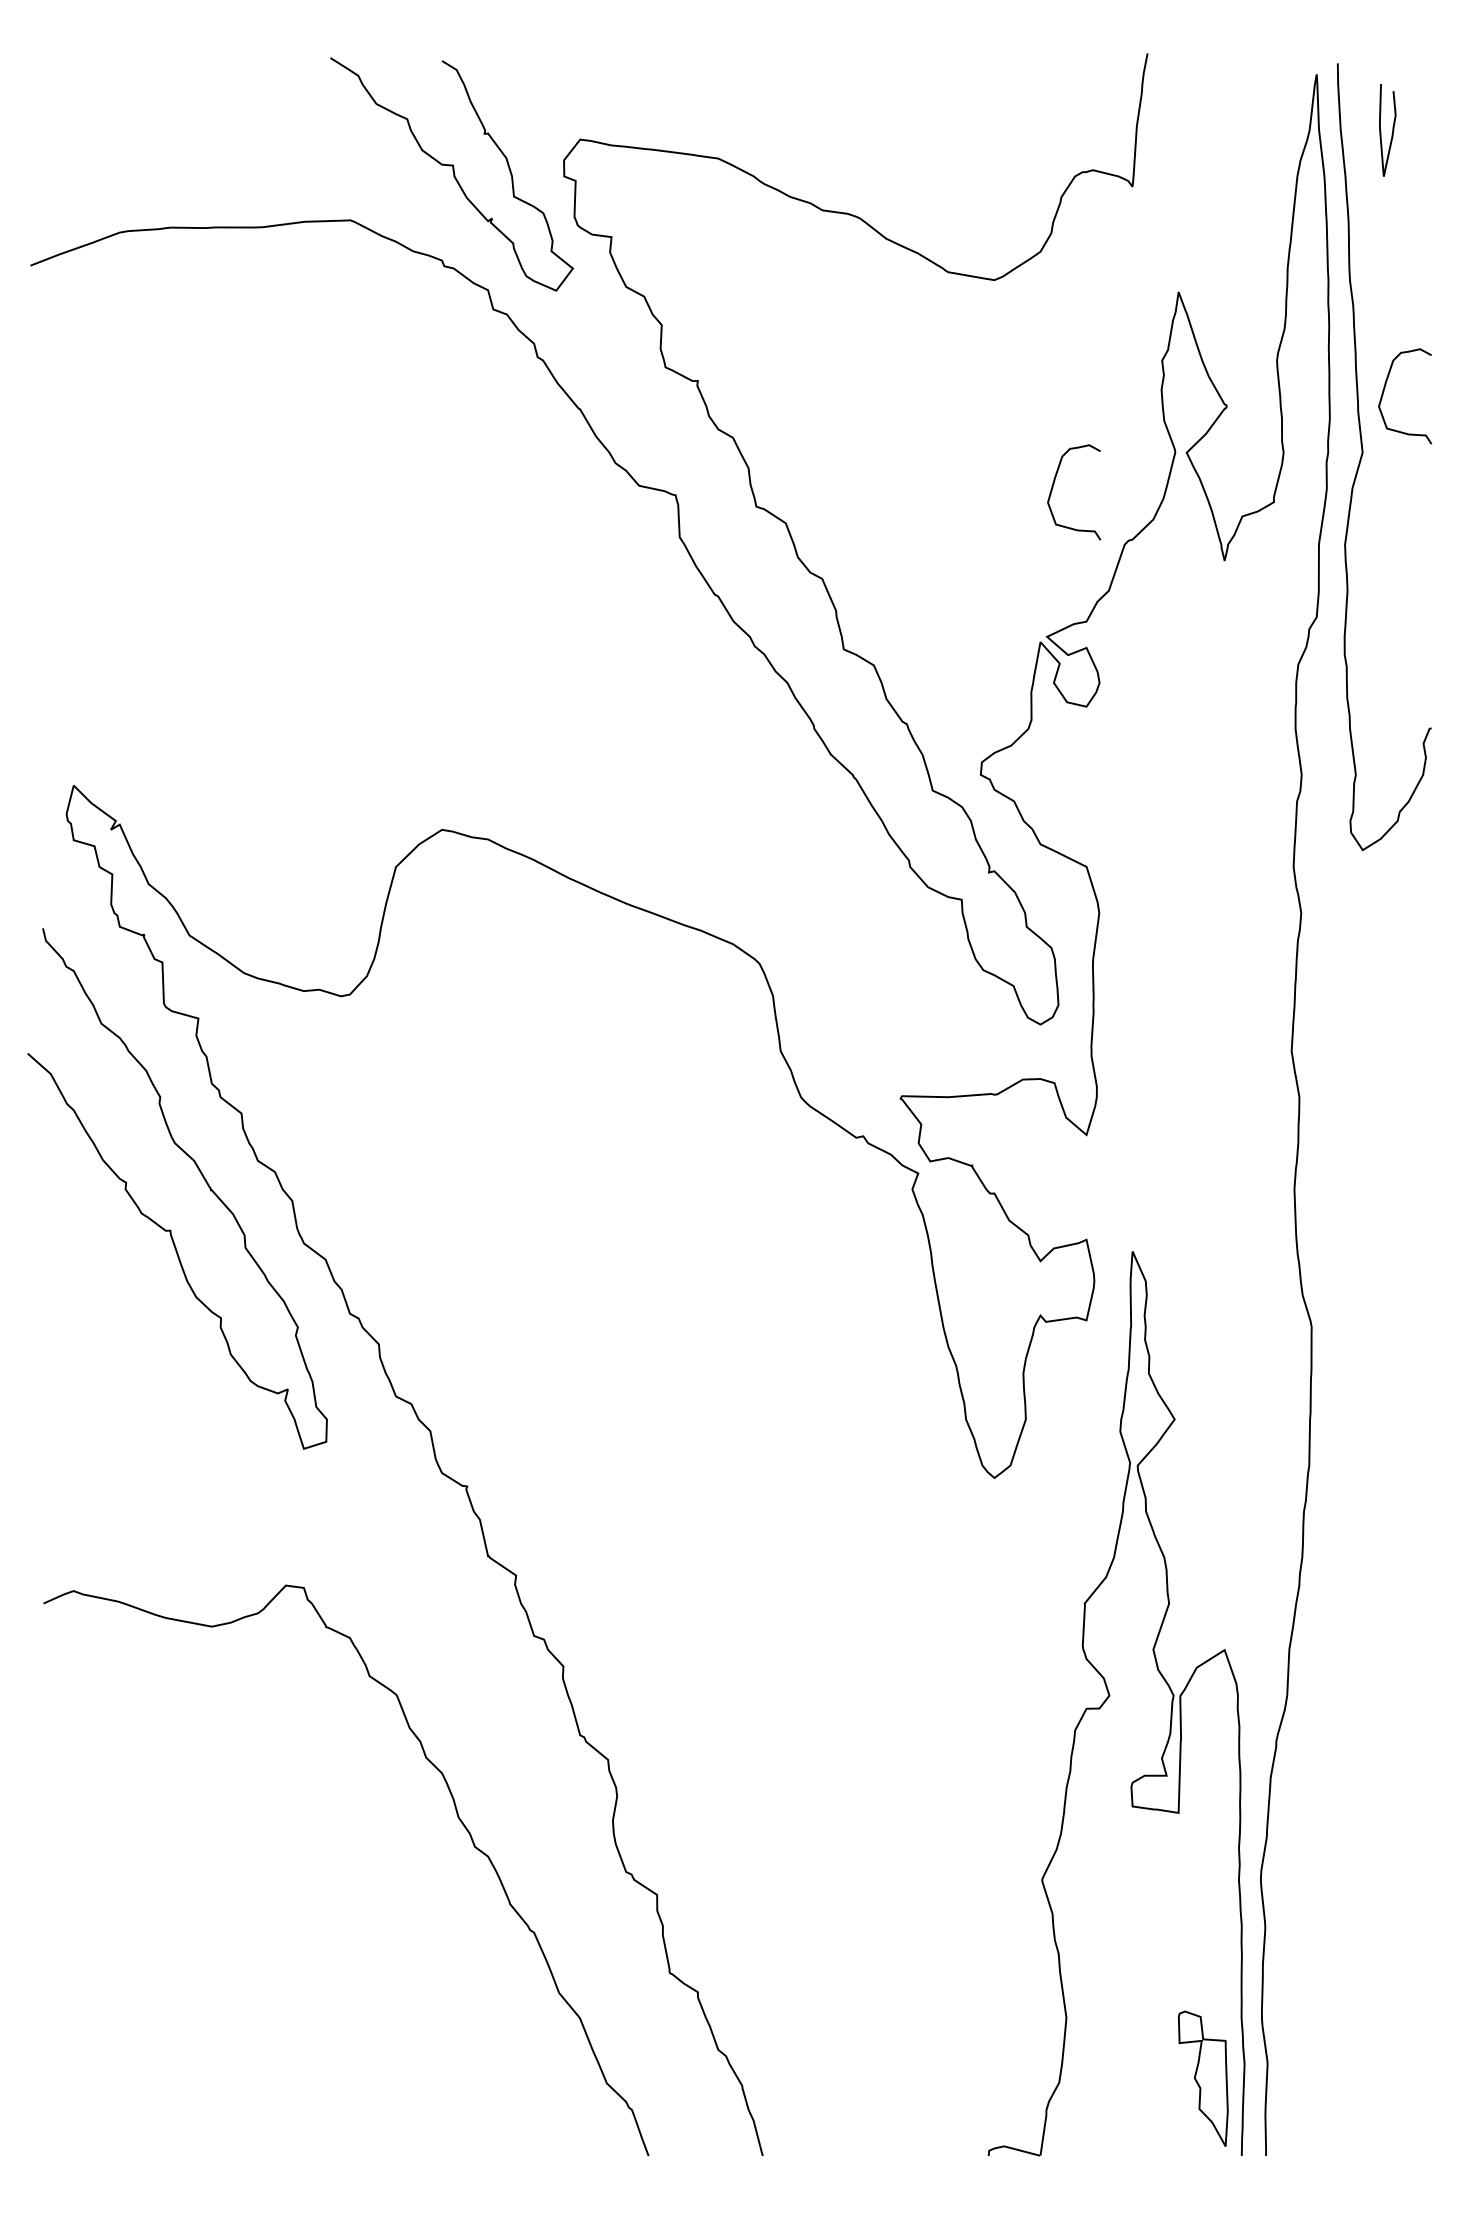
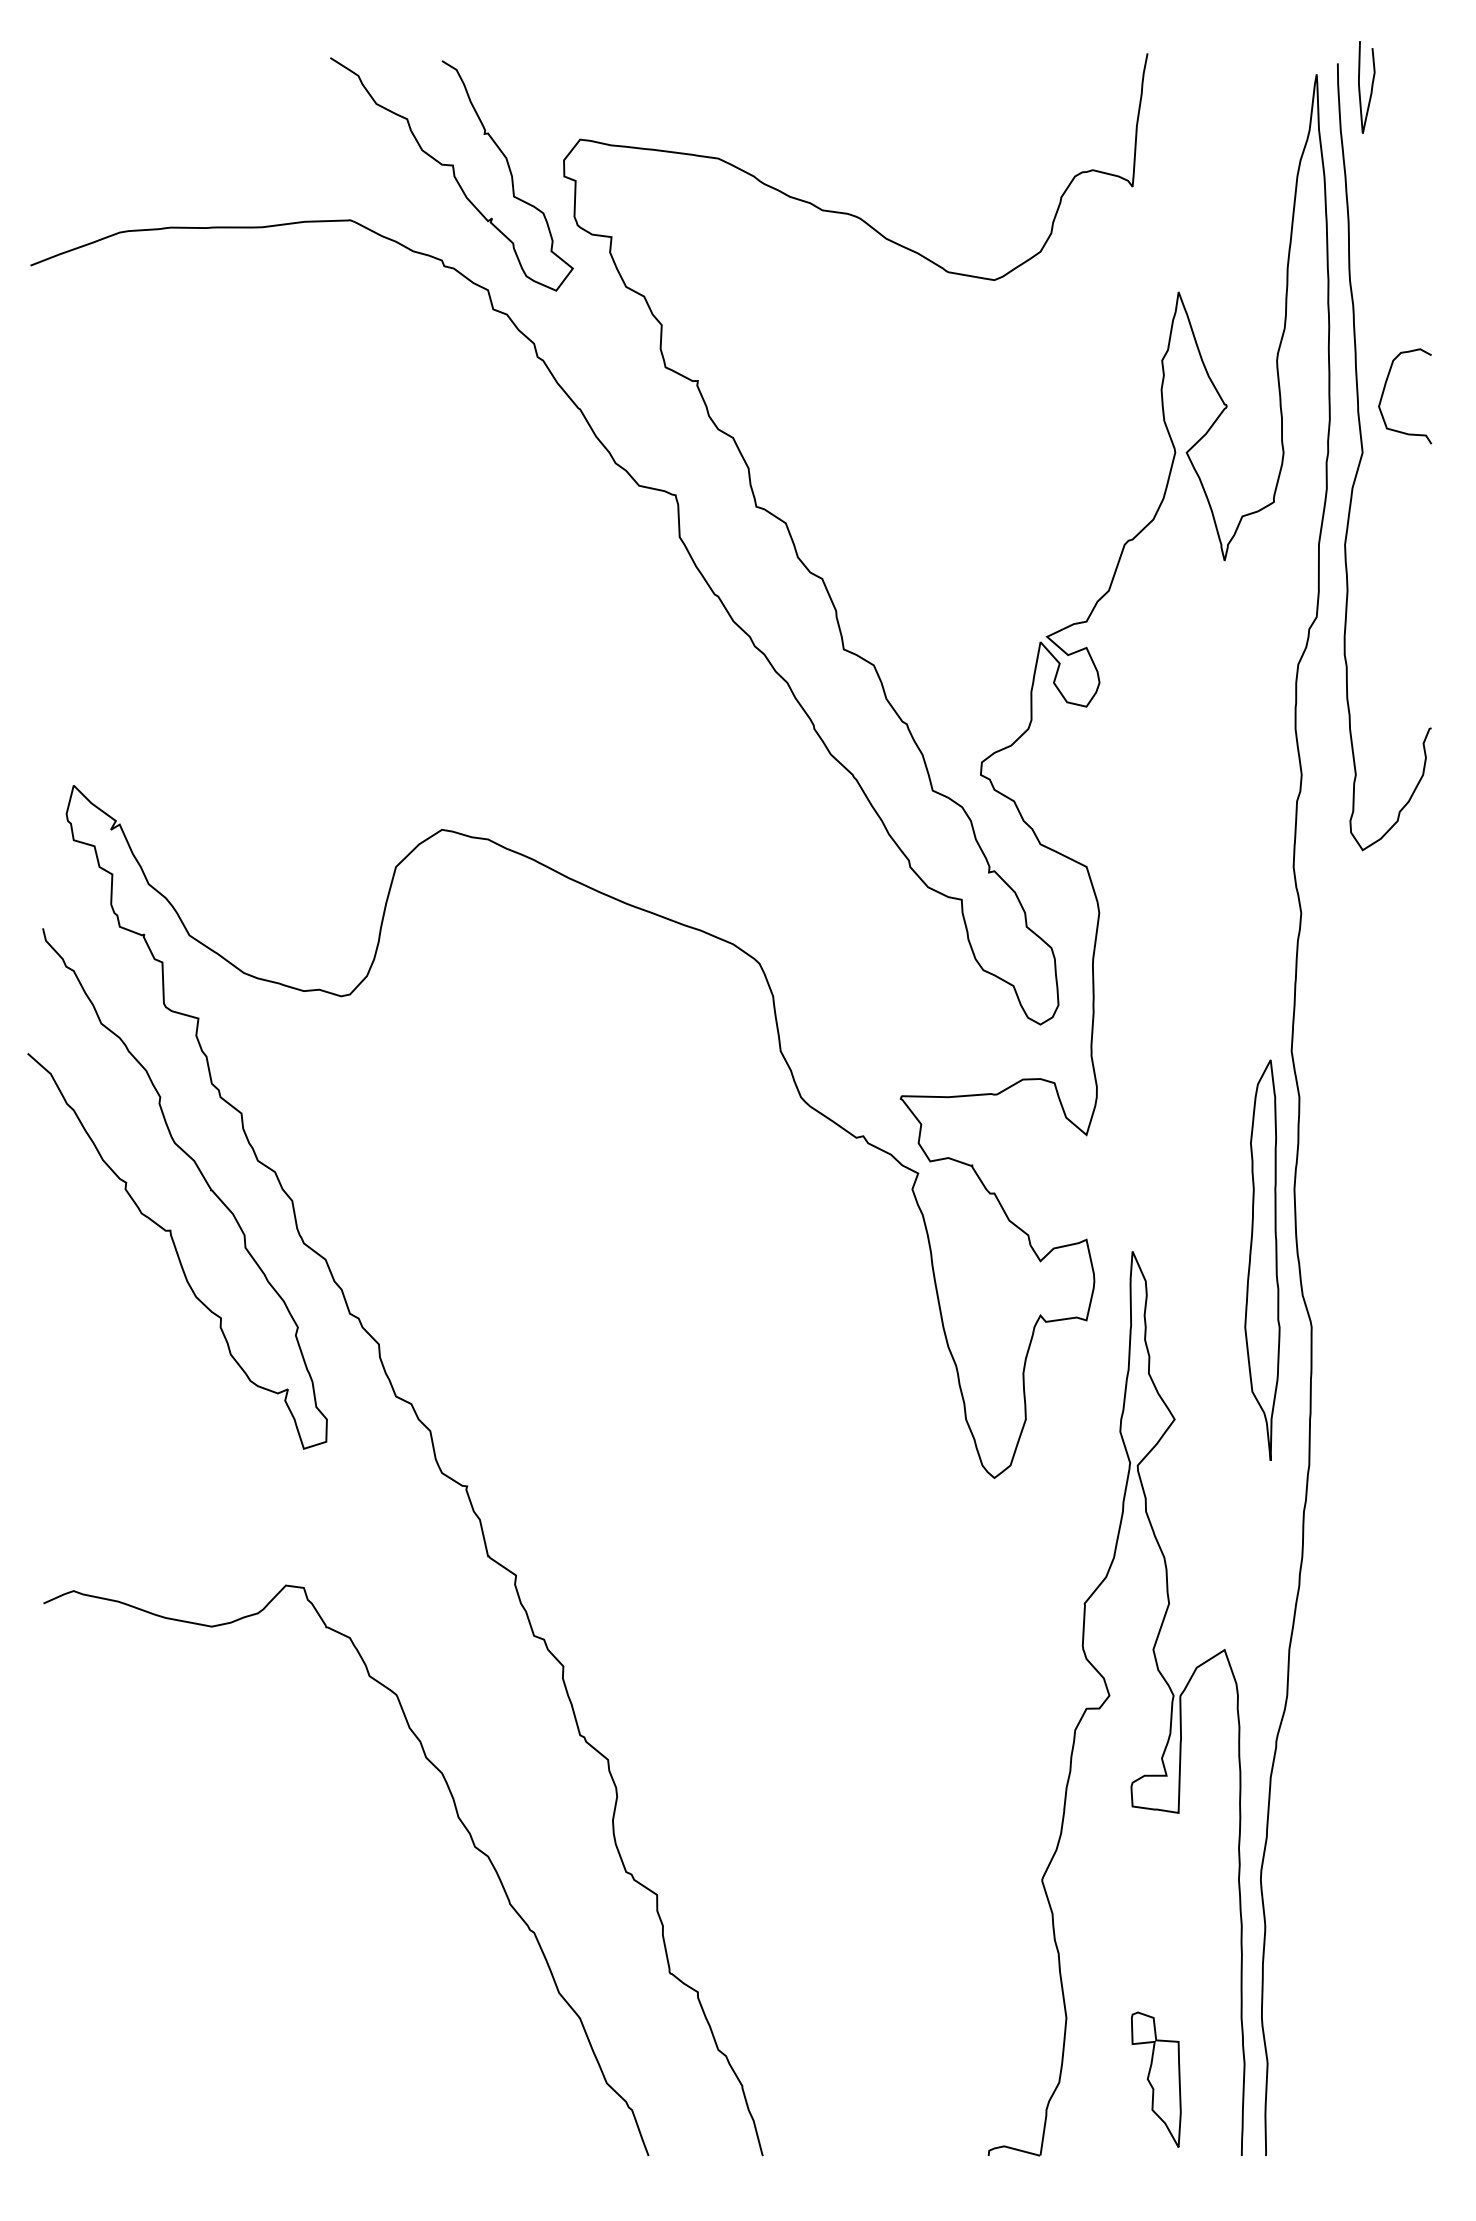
curve at (1392, 130) position: (1392, 130) -> (1371, 87)
curve at (1054, 484): present -> none
part at (1262, 1259): none -> present
part at (1203, 2078) position: (1203, 2078) -> (1156, 2079)
